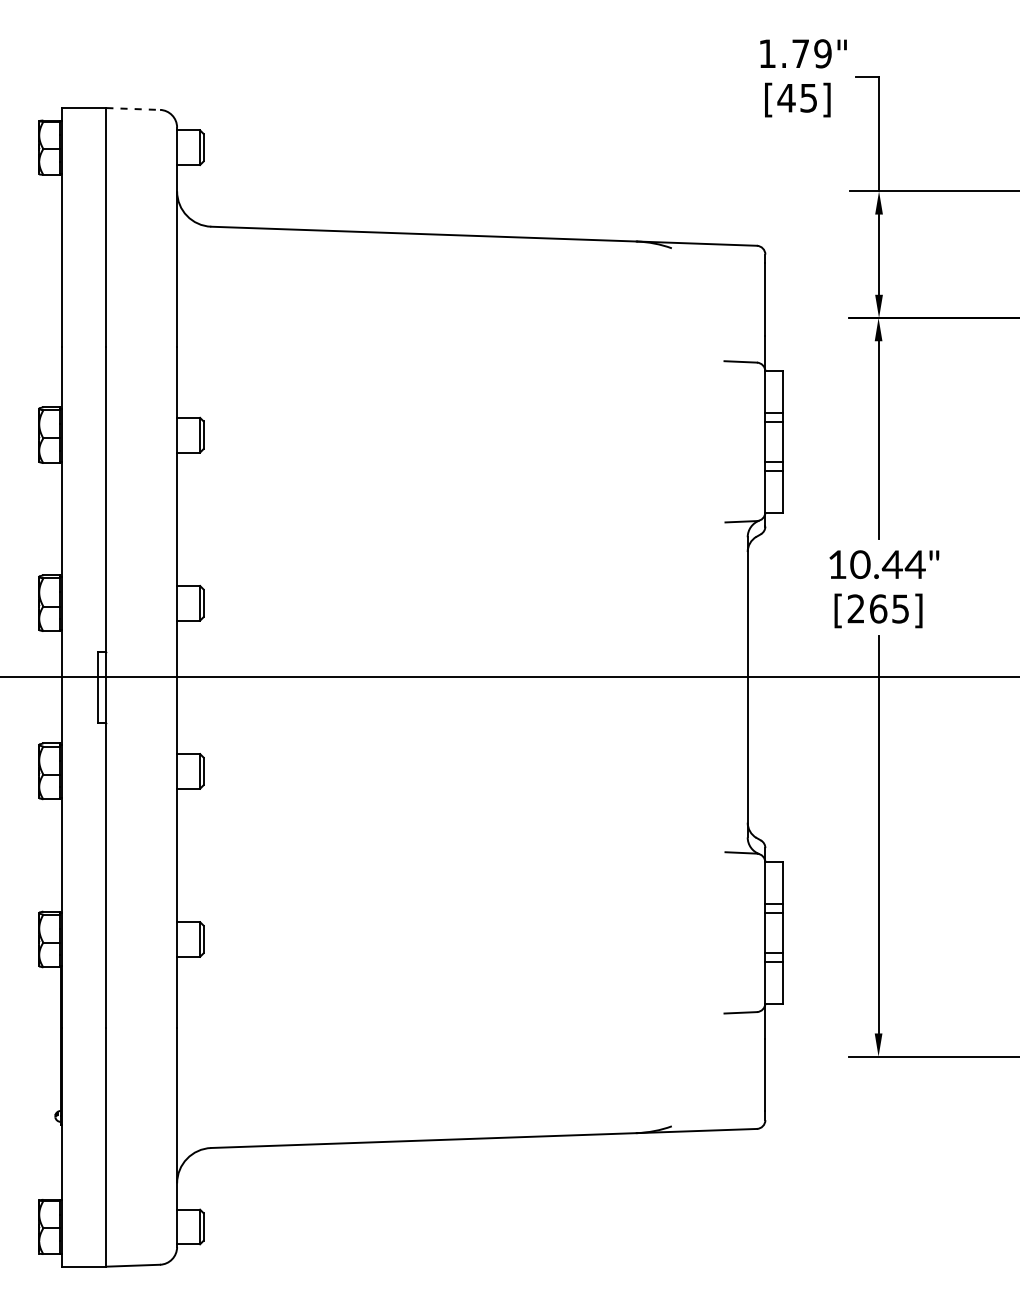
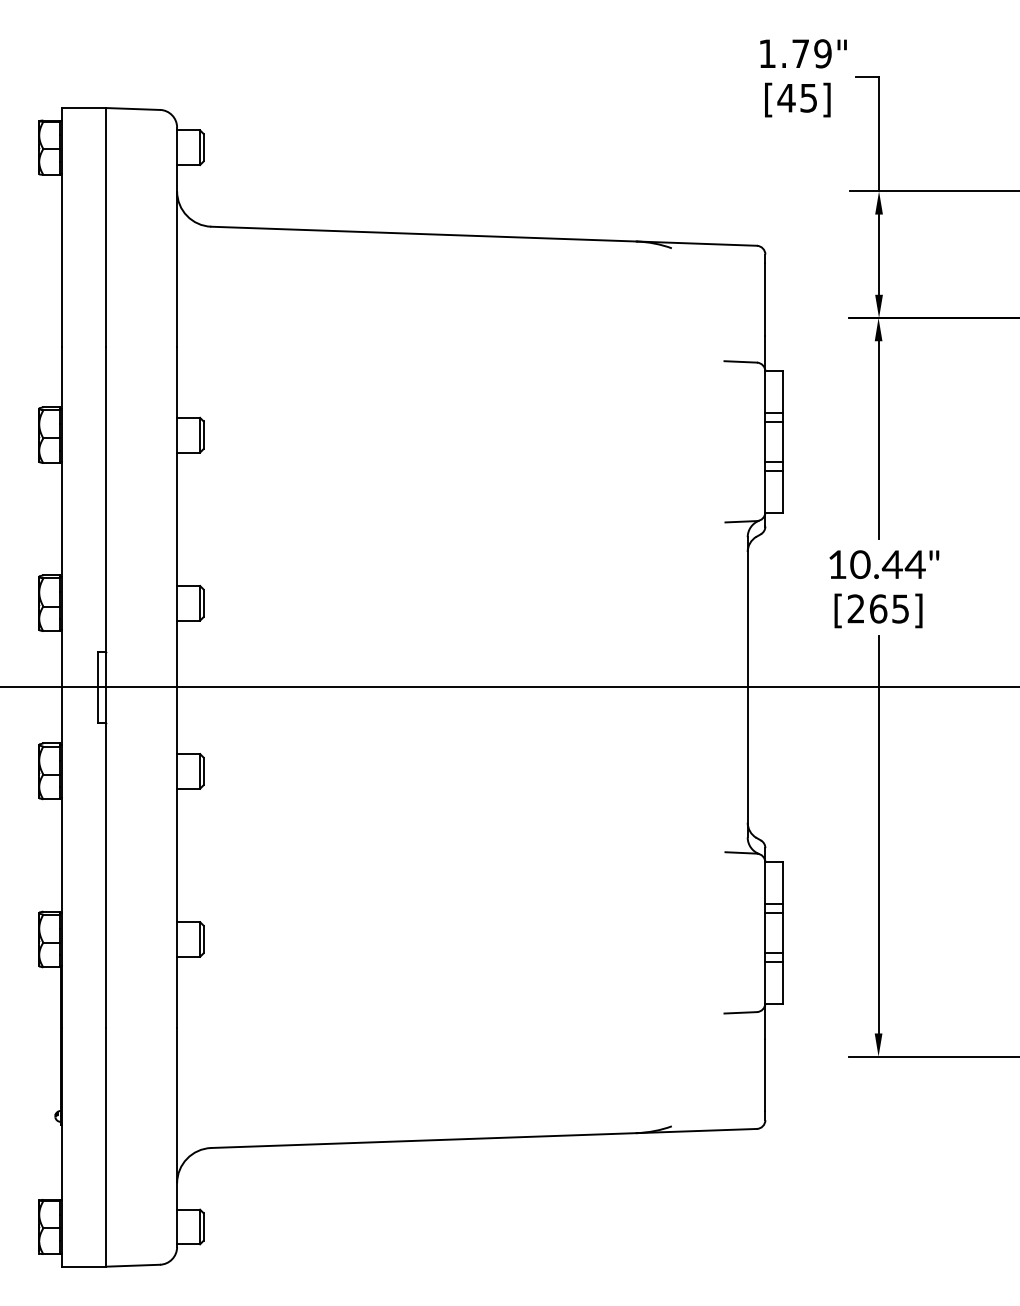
line at (133, 109): dashed -> solid
line at (509, 677) position: (509, 677) -> (509, 687)
